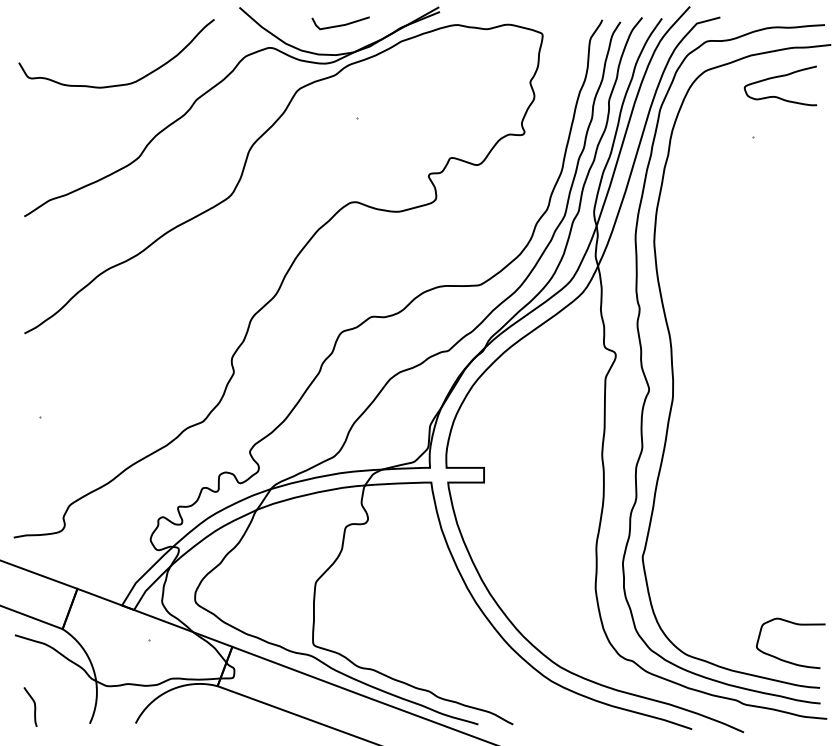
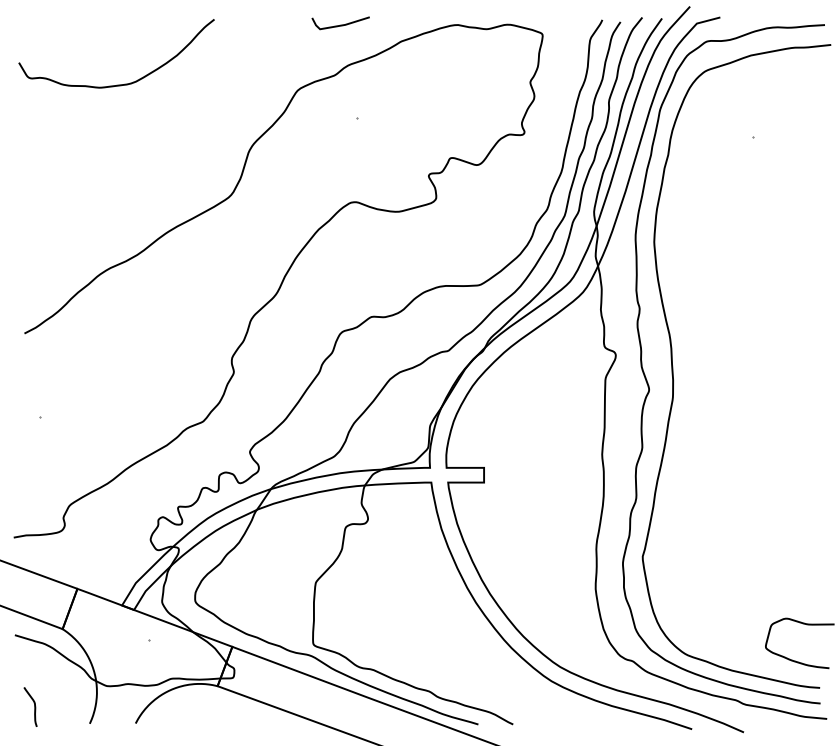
curve at (780, 77): present -> none
part at (216, 86): present -> none
curve at (783, 659) position: (783, 659) -> (792, 659)
